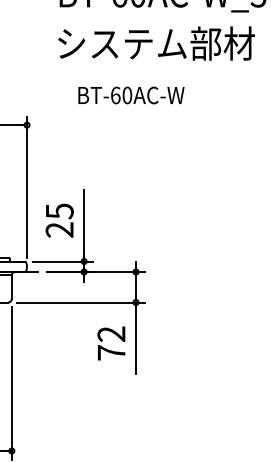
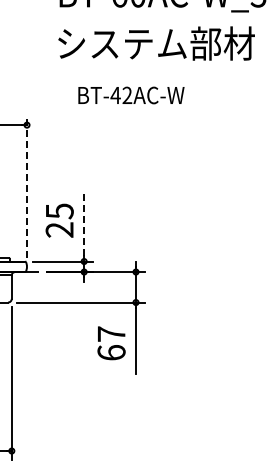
text at (121, 95): BT-60AC-W -> BT-42AC-W
line at (27, 187): solid -> dashed
line at (84, 222): solid -> dashed
text at (111, 343): 72 -> 67
